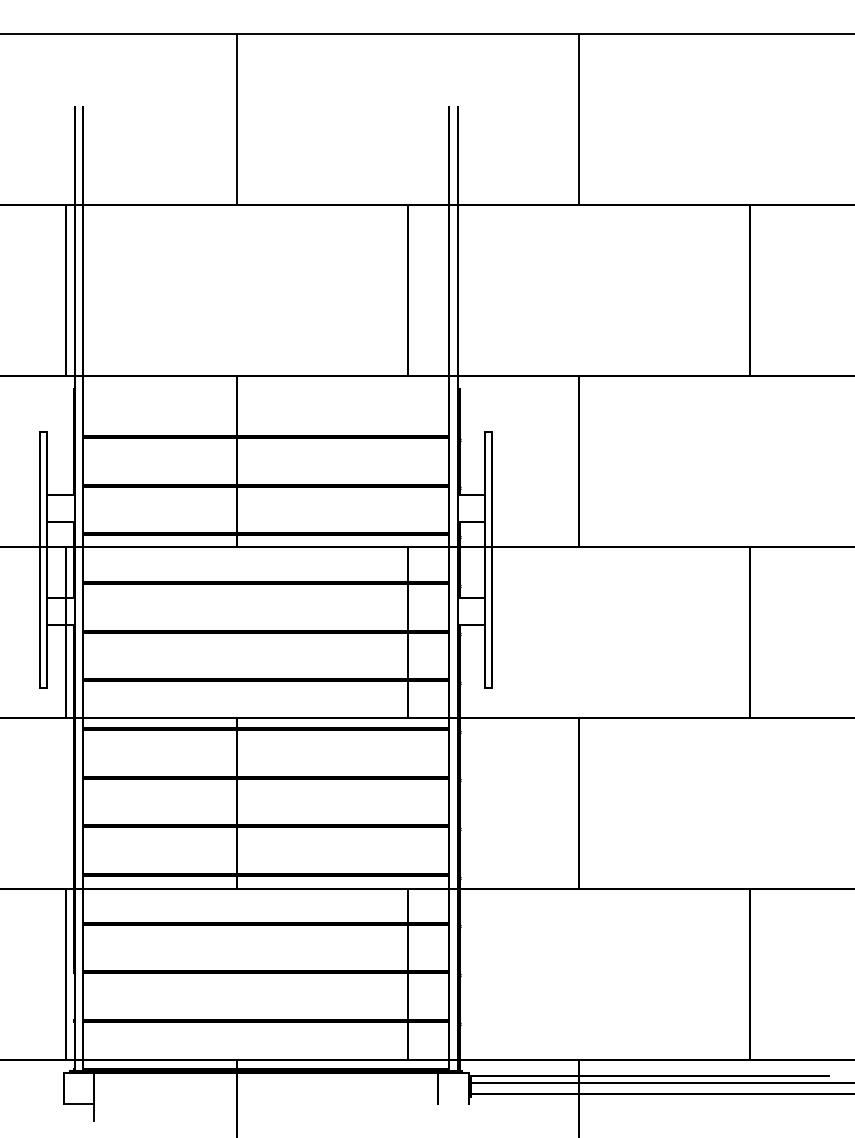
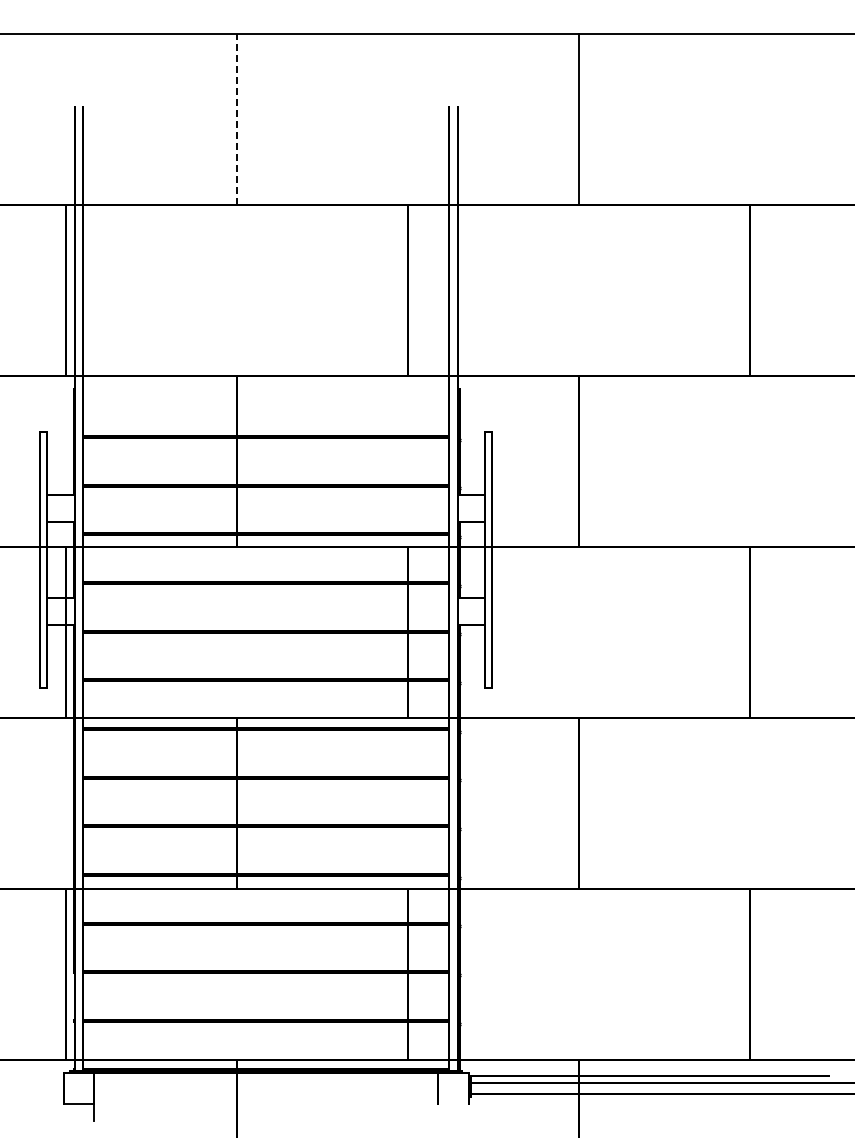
line at (236, 119): solid -> dashed
